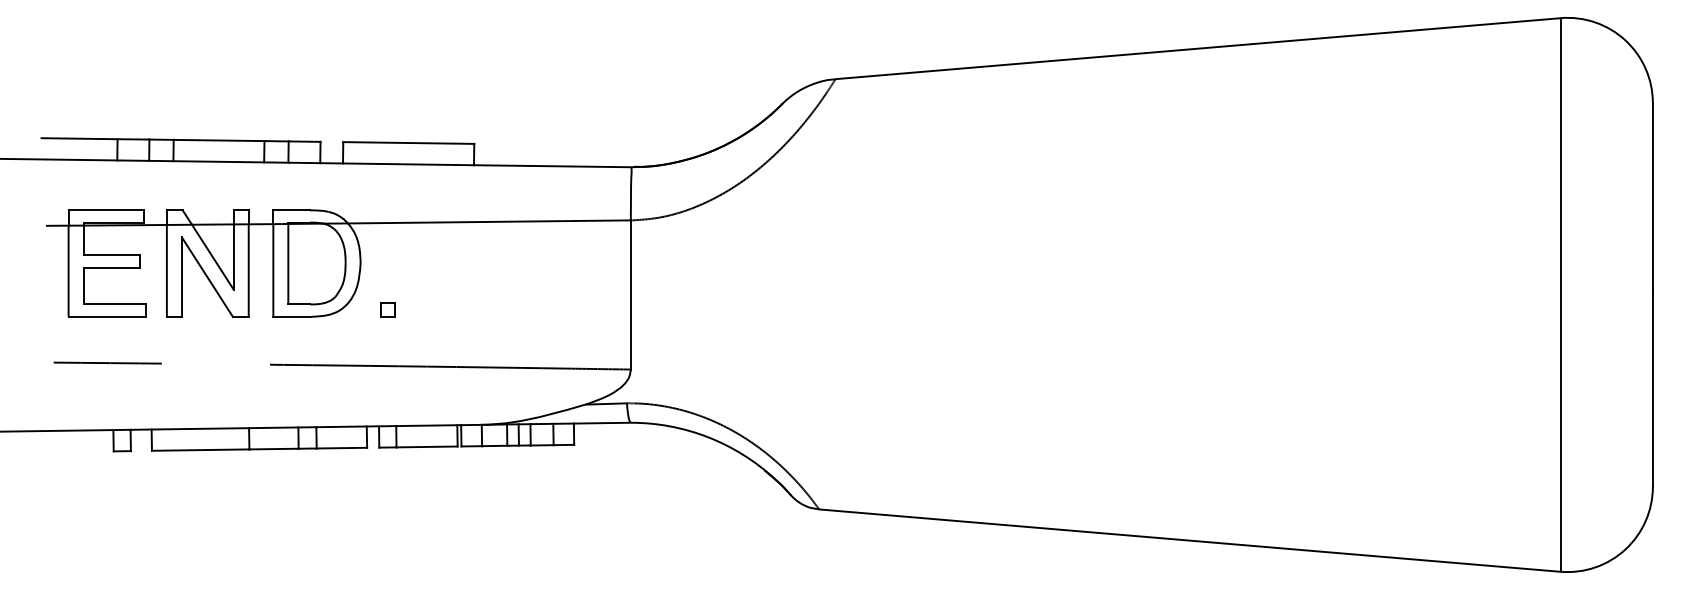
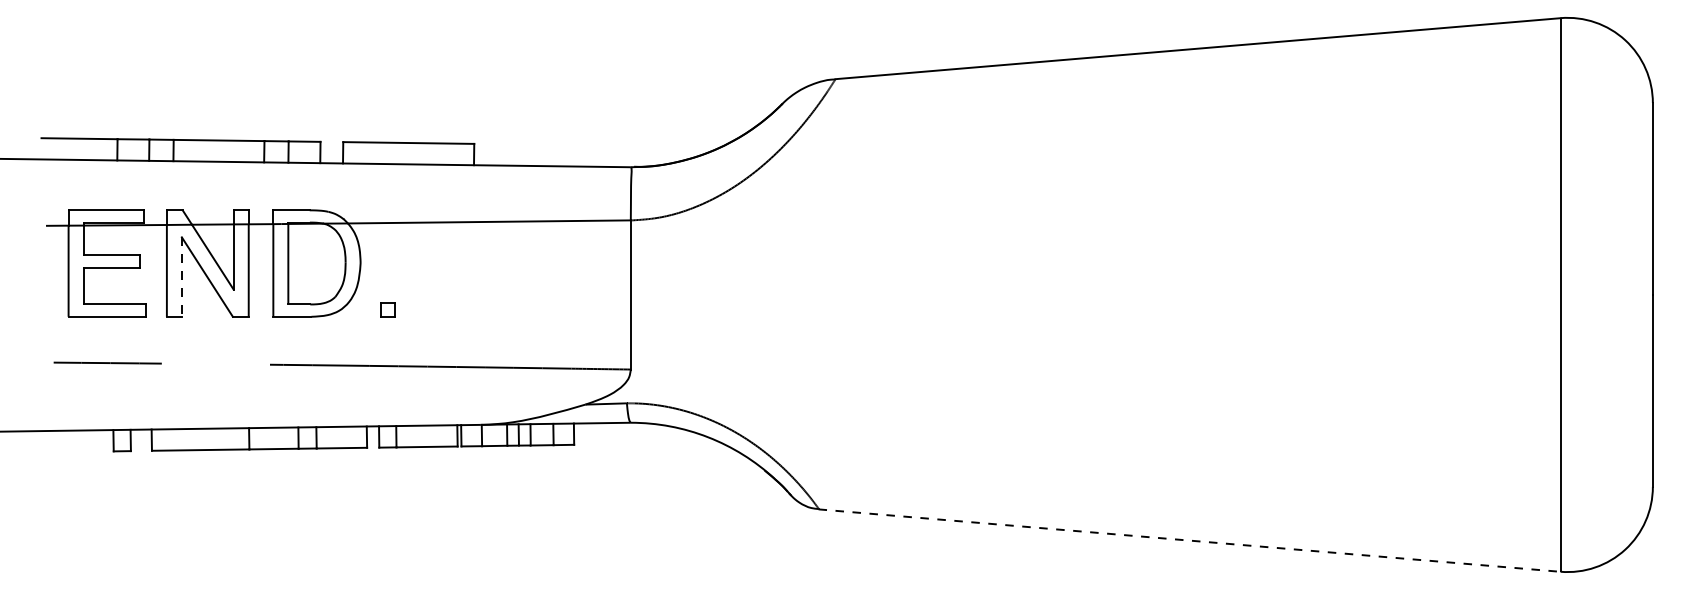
line at (181, 277): solid -> dashed
line at (1190, 540): solid -> dashed
